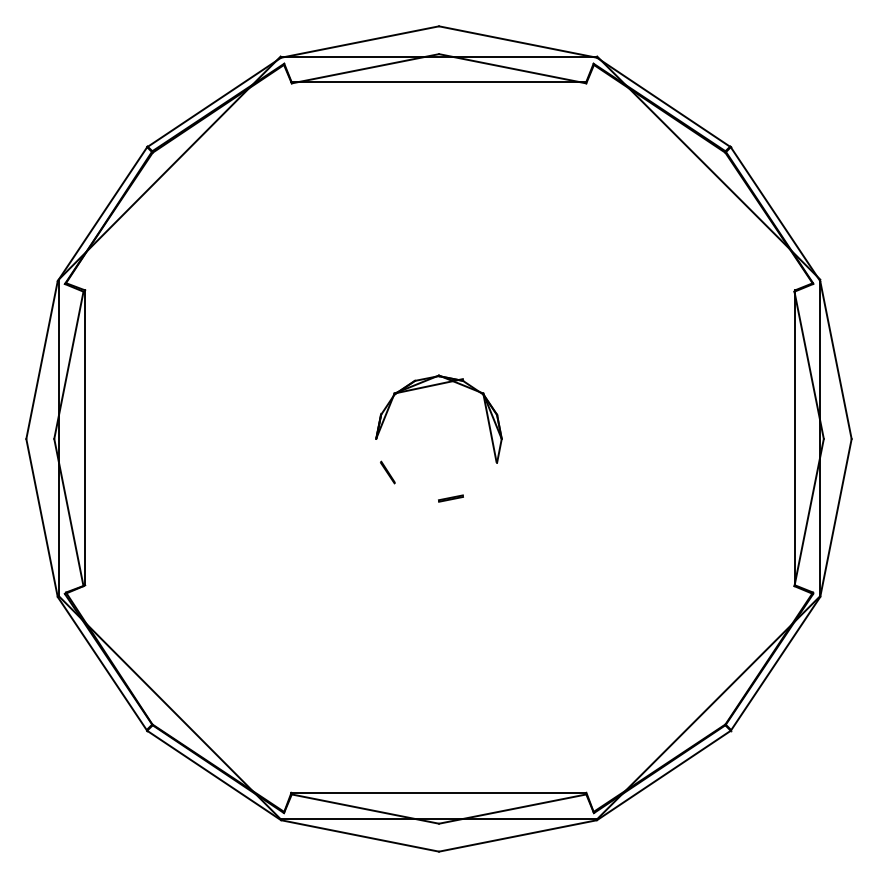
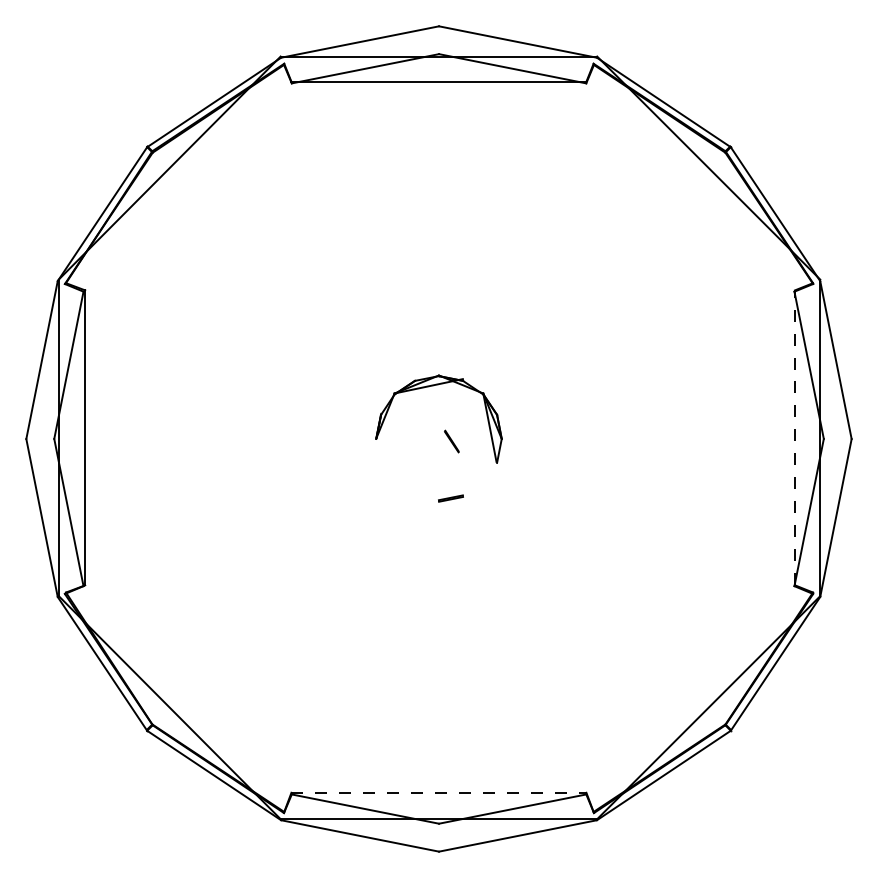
line at (795, 437): solid -> dashed
line at (387, 472) position: (387, 472) -> (451, 441)
line at (439, 792): solid -> dashed
